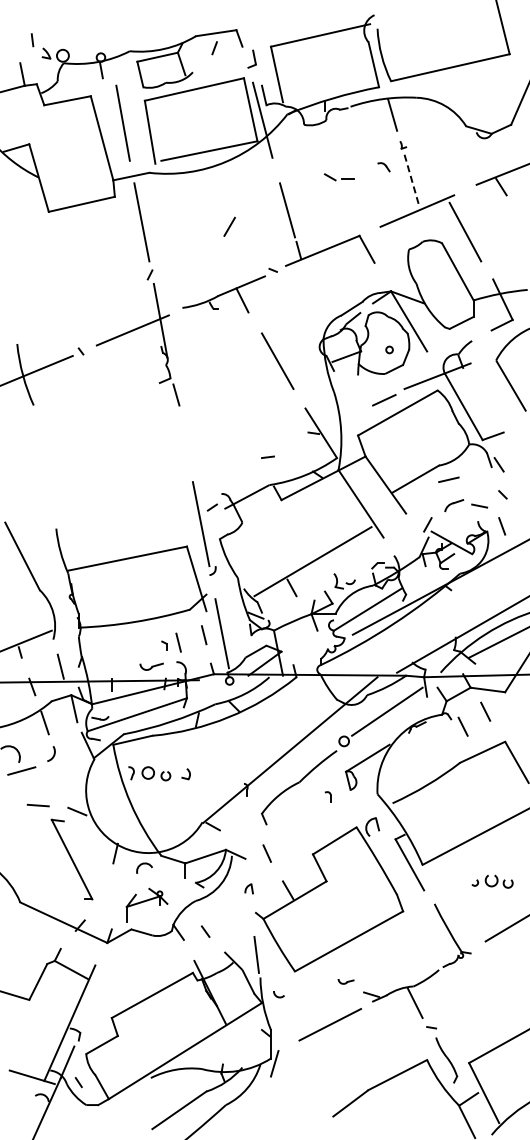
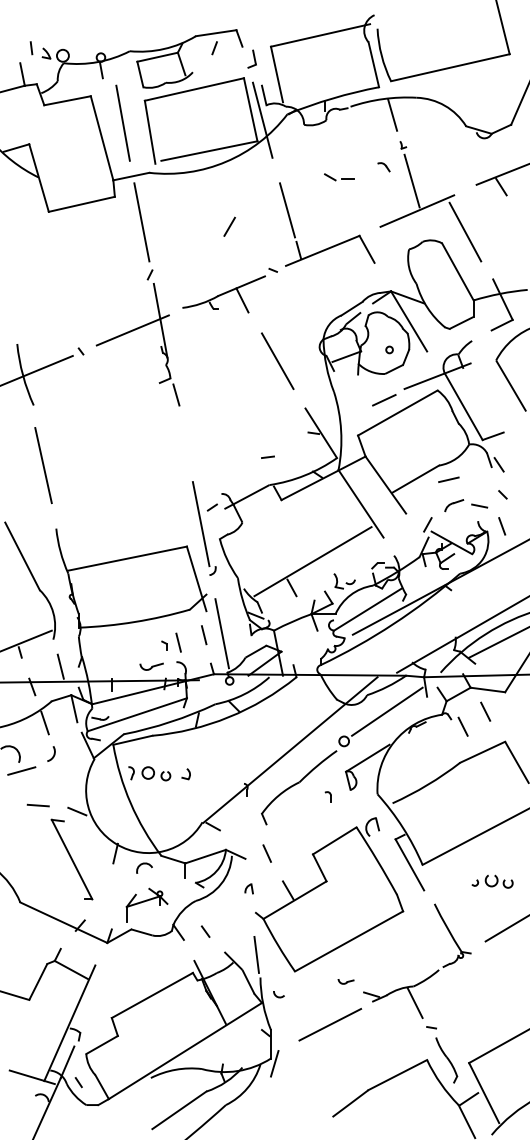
line at (32, 40) position: (32, 40) -> (31, 48)
line at (412, 181): dashed -> solid
line at (43, 465): none -> present
